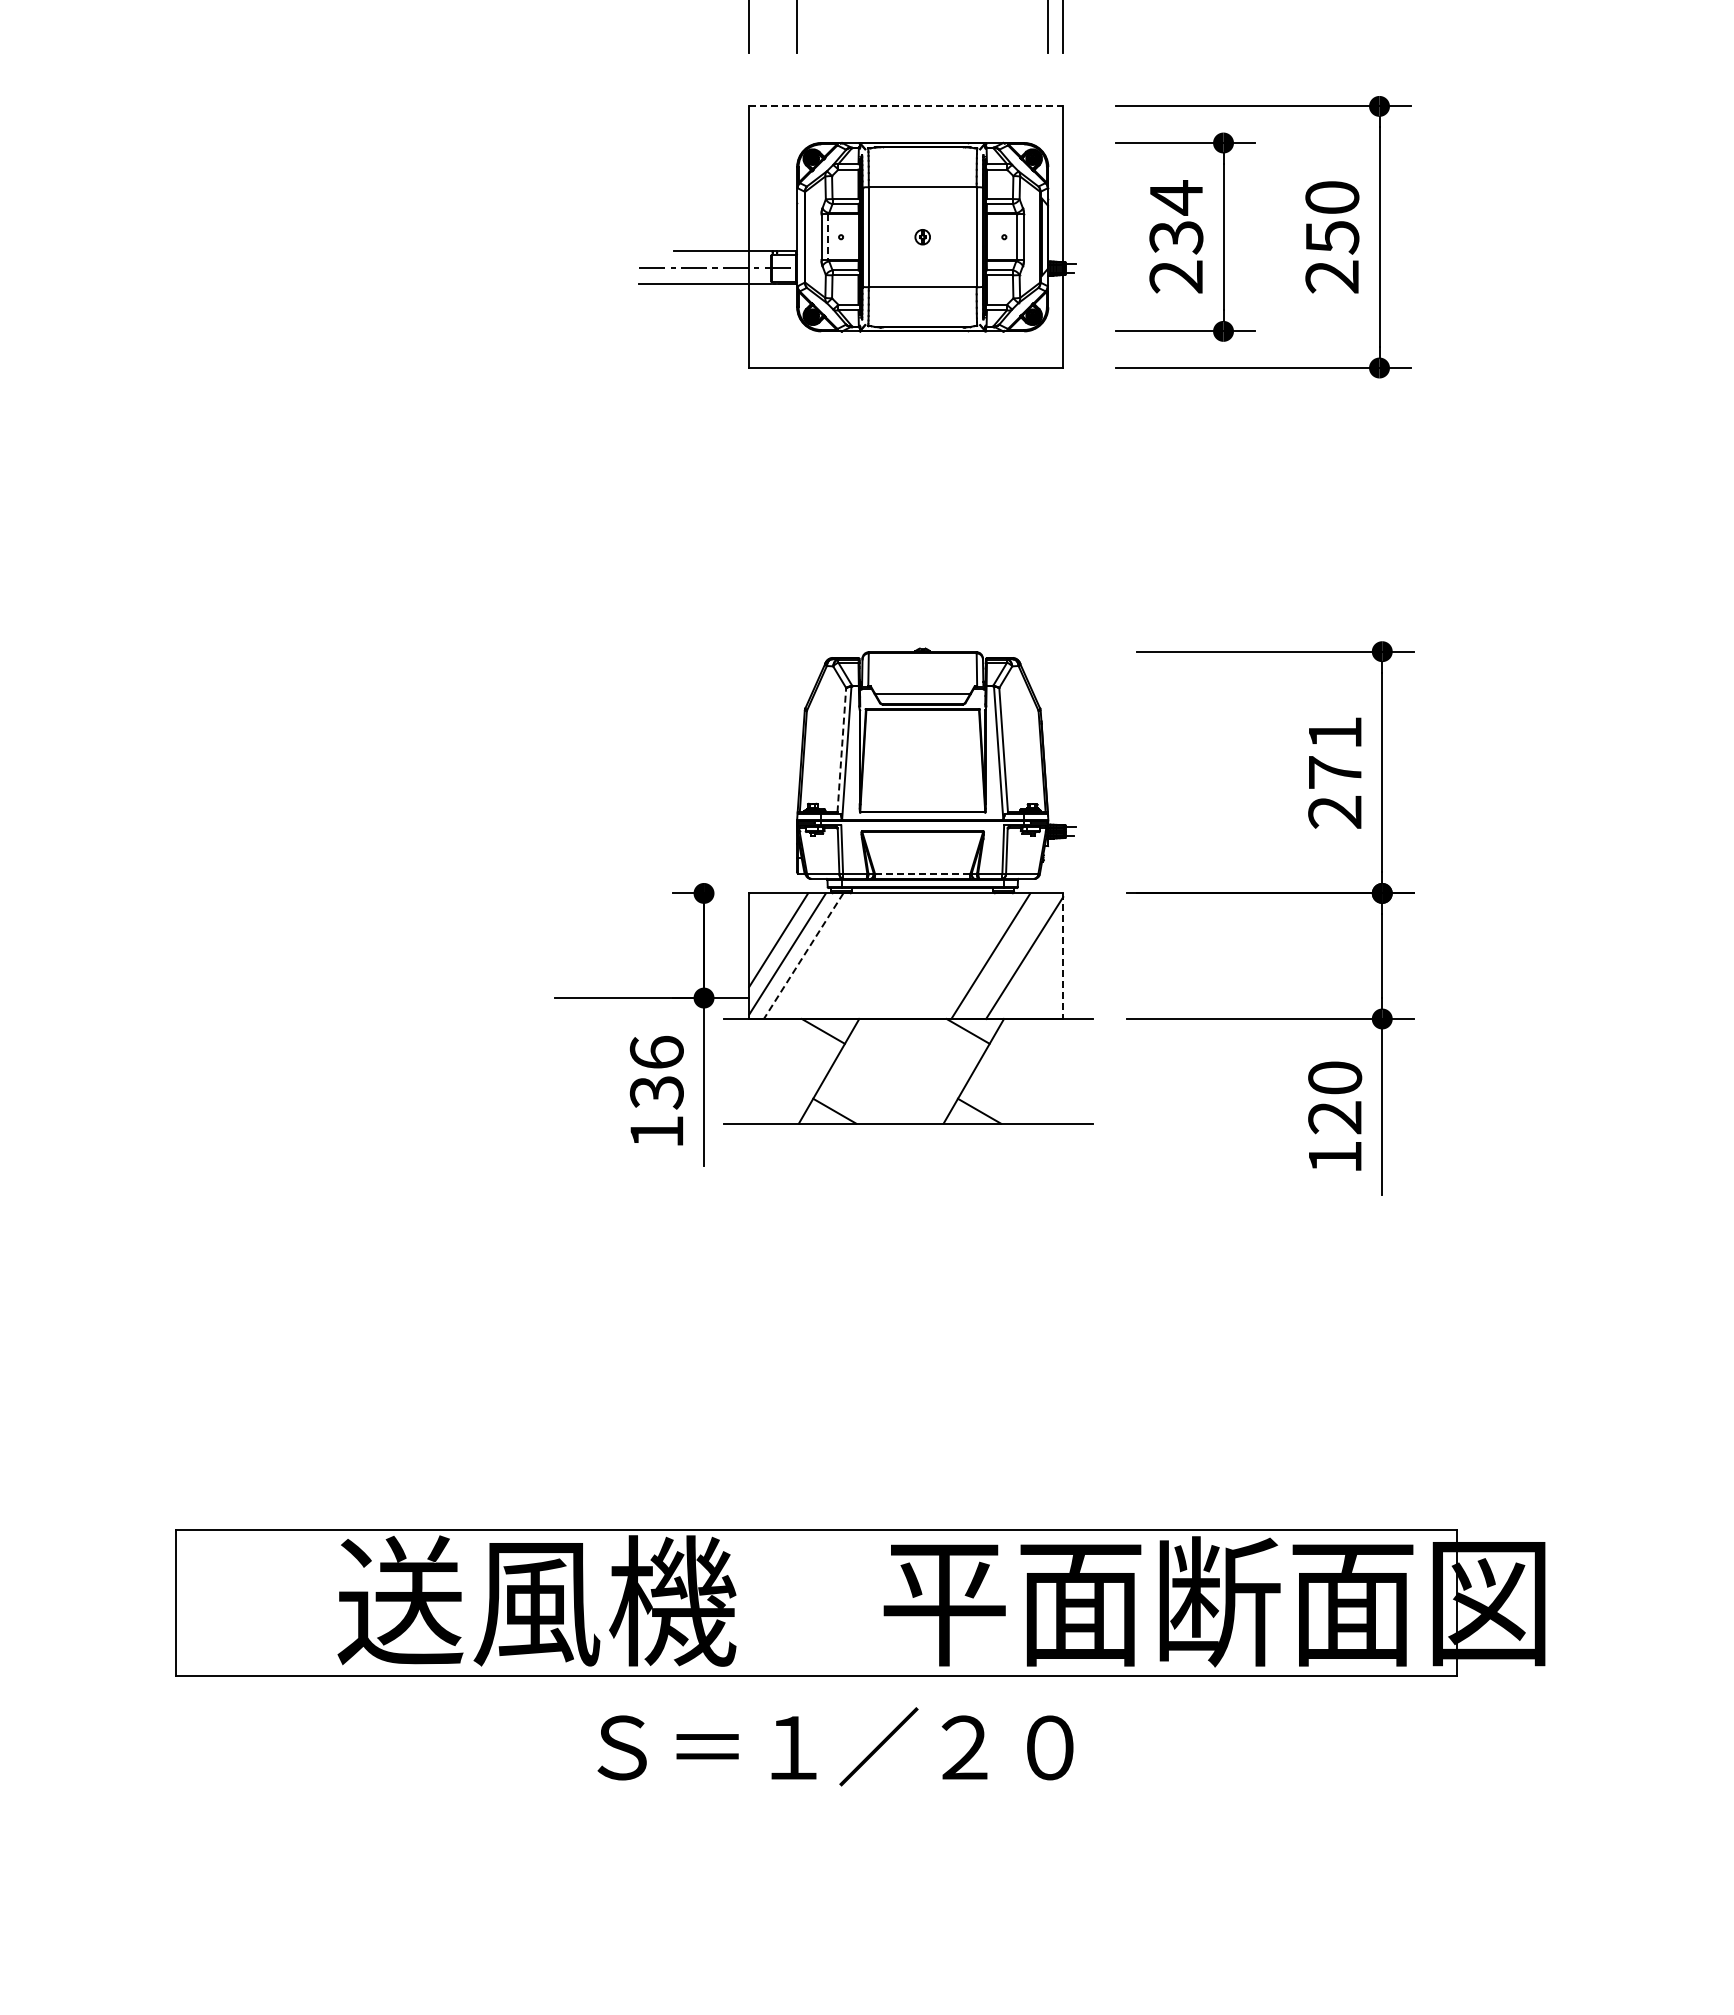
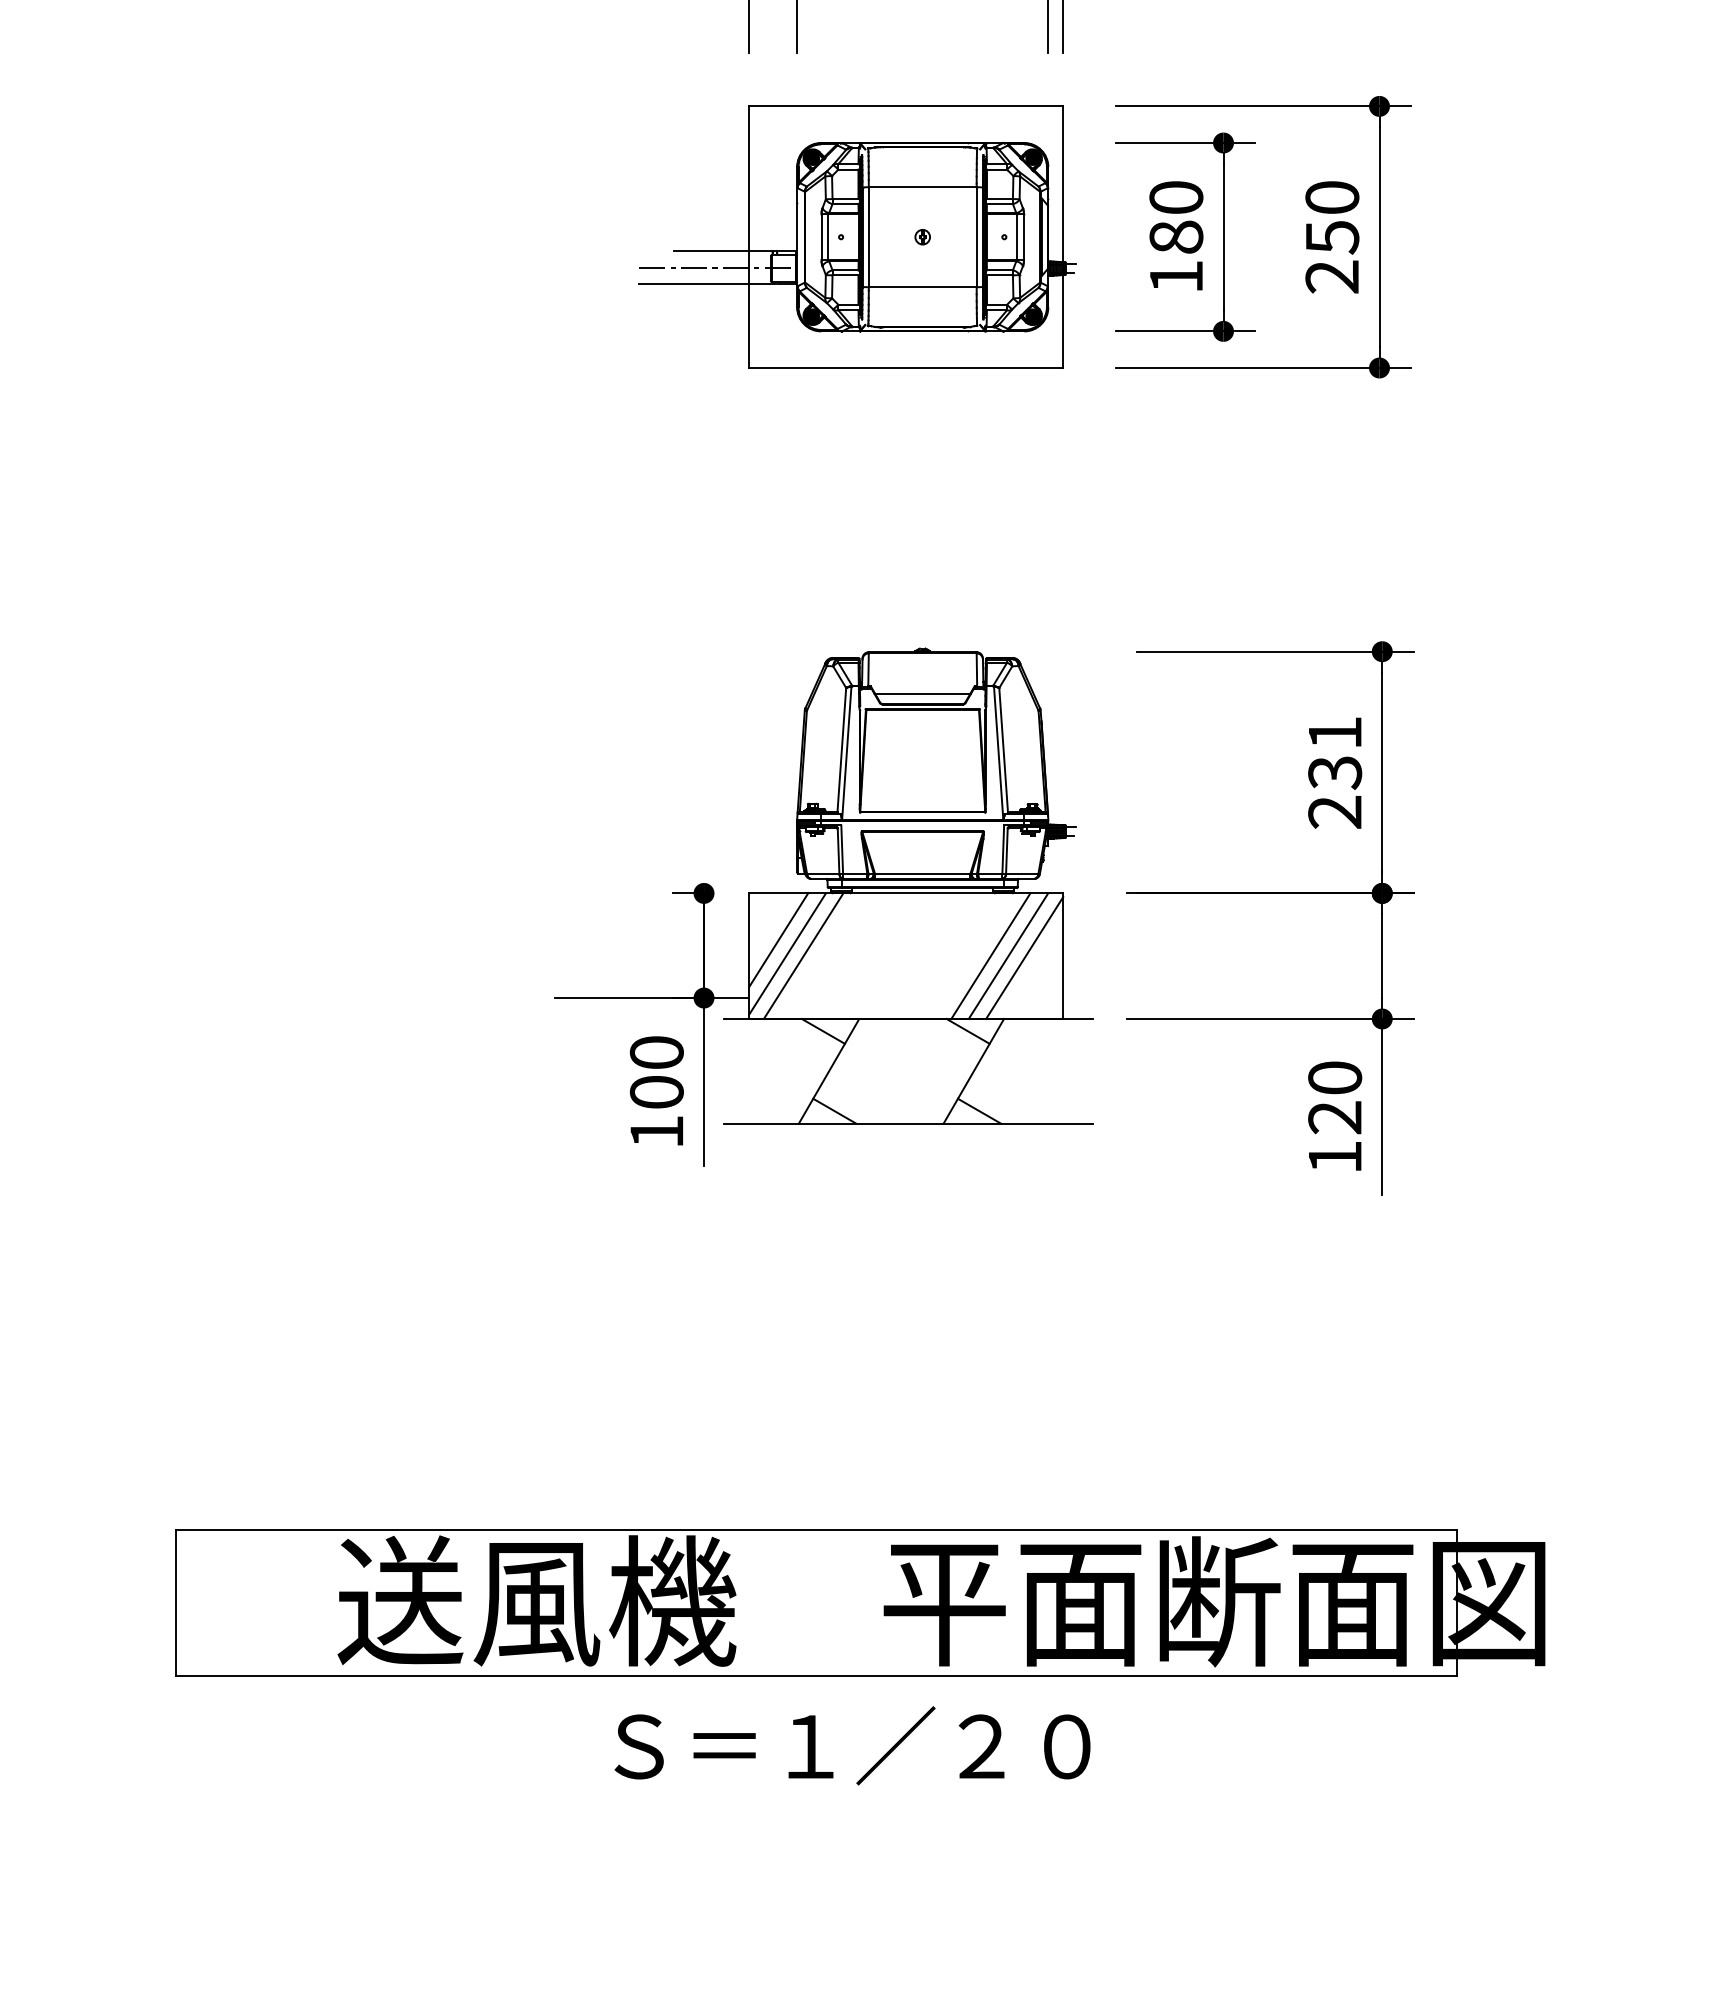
line at (906, 106): dashed -> solid
text at (1176, 236): 234 -> 180
line at (828, 237): dashed -> solid
line at (841, 749): dashed -> solid
text at (1335, 772): 271 -> 231
line at (922, 874): dashed -> solid
line at (803, 956): dashed -> solid
line at (1008, 956): none -> present
line at (1063, 956): dashed -> solid
text at (656, 1072): 136 -> 100
text at (835, 1746) position: (835, 1746) -> (852, 1745)
